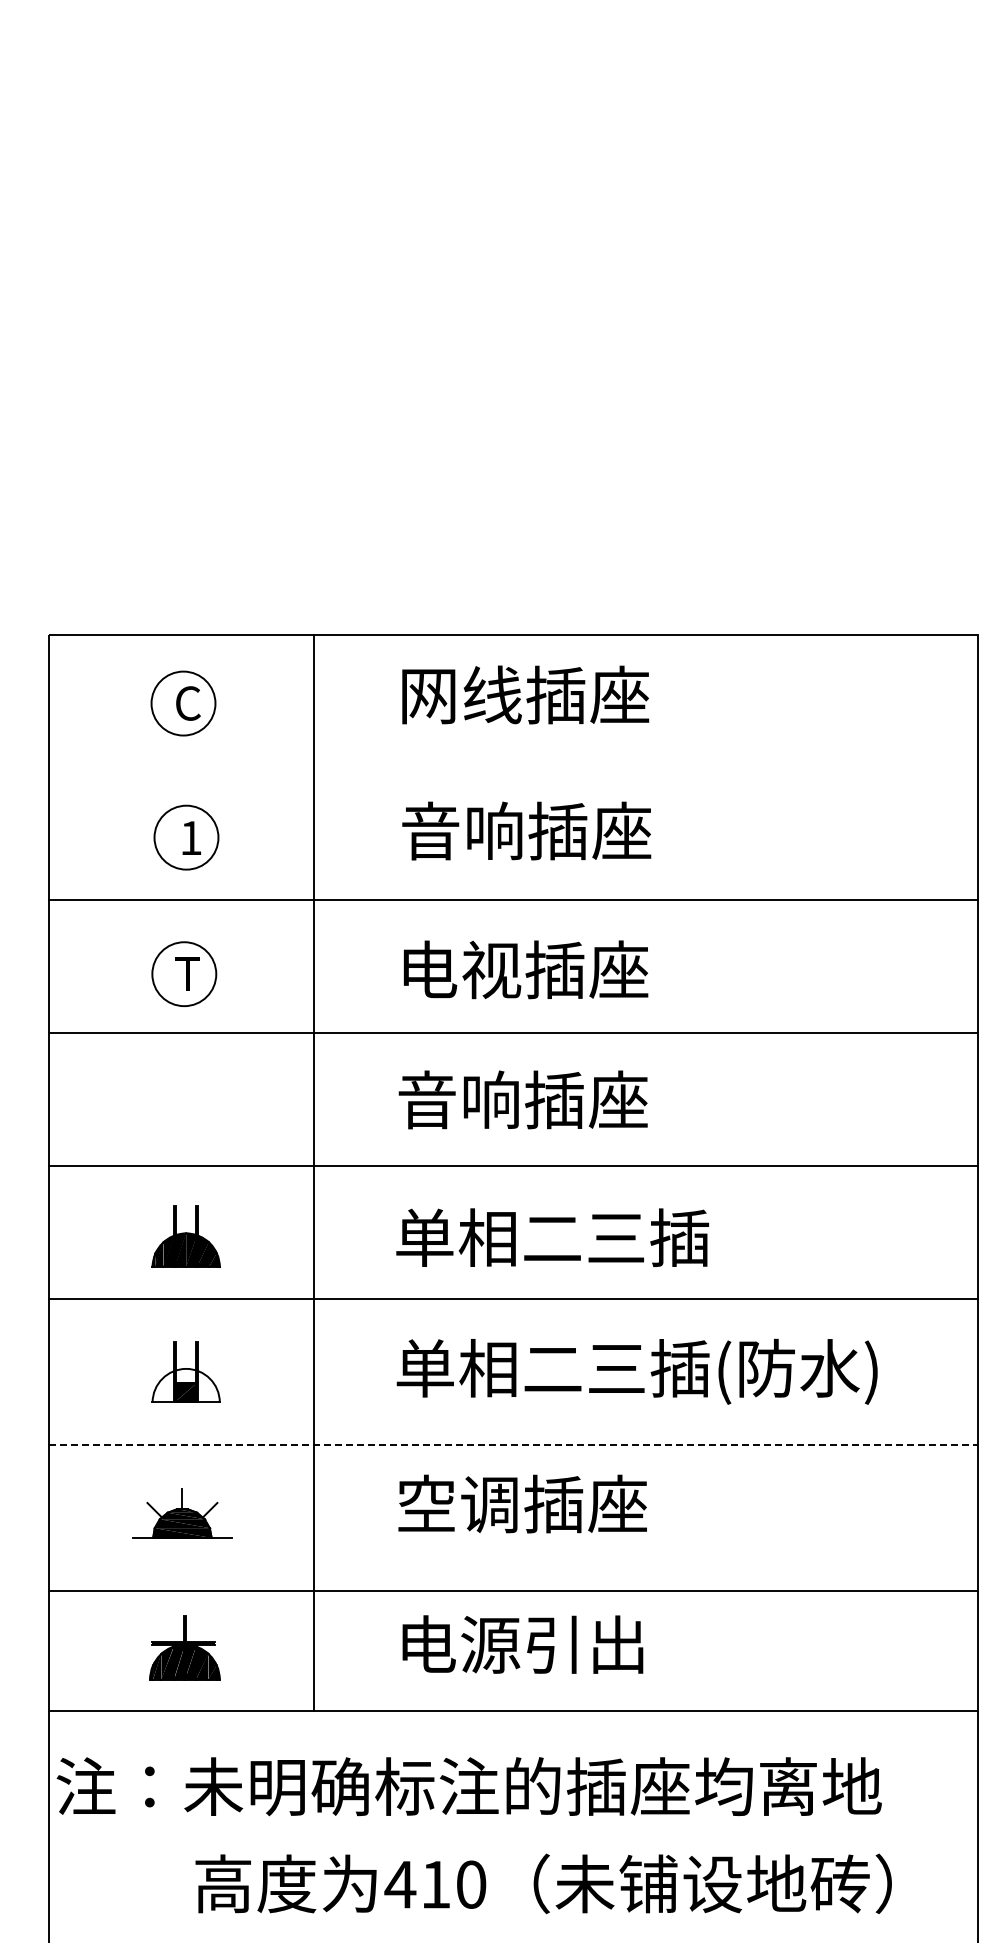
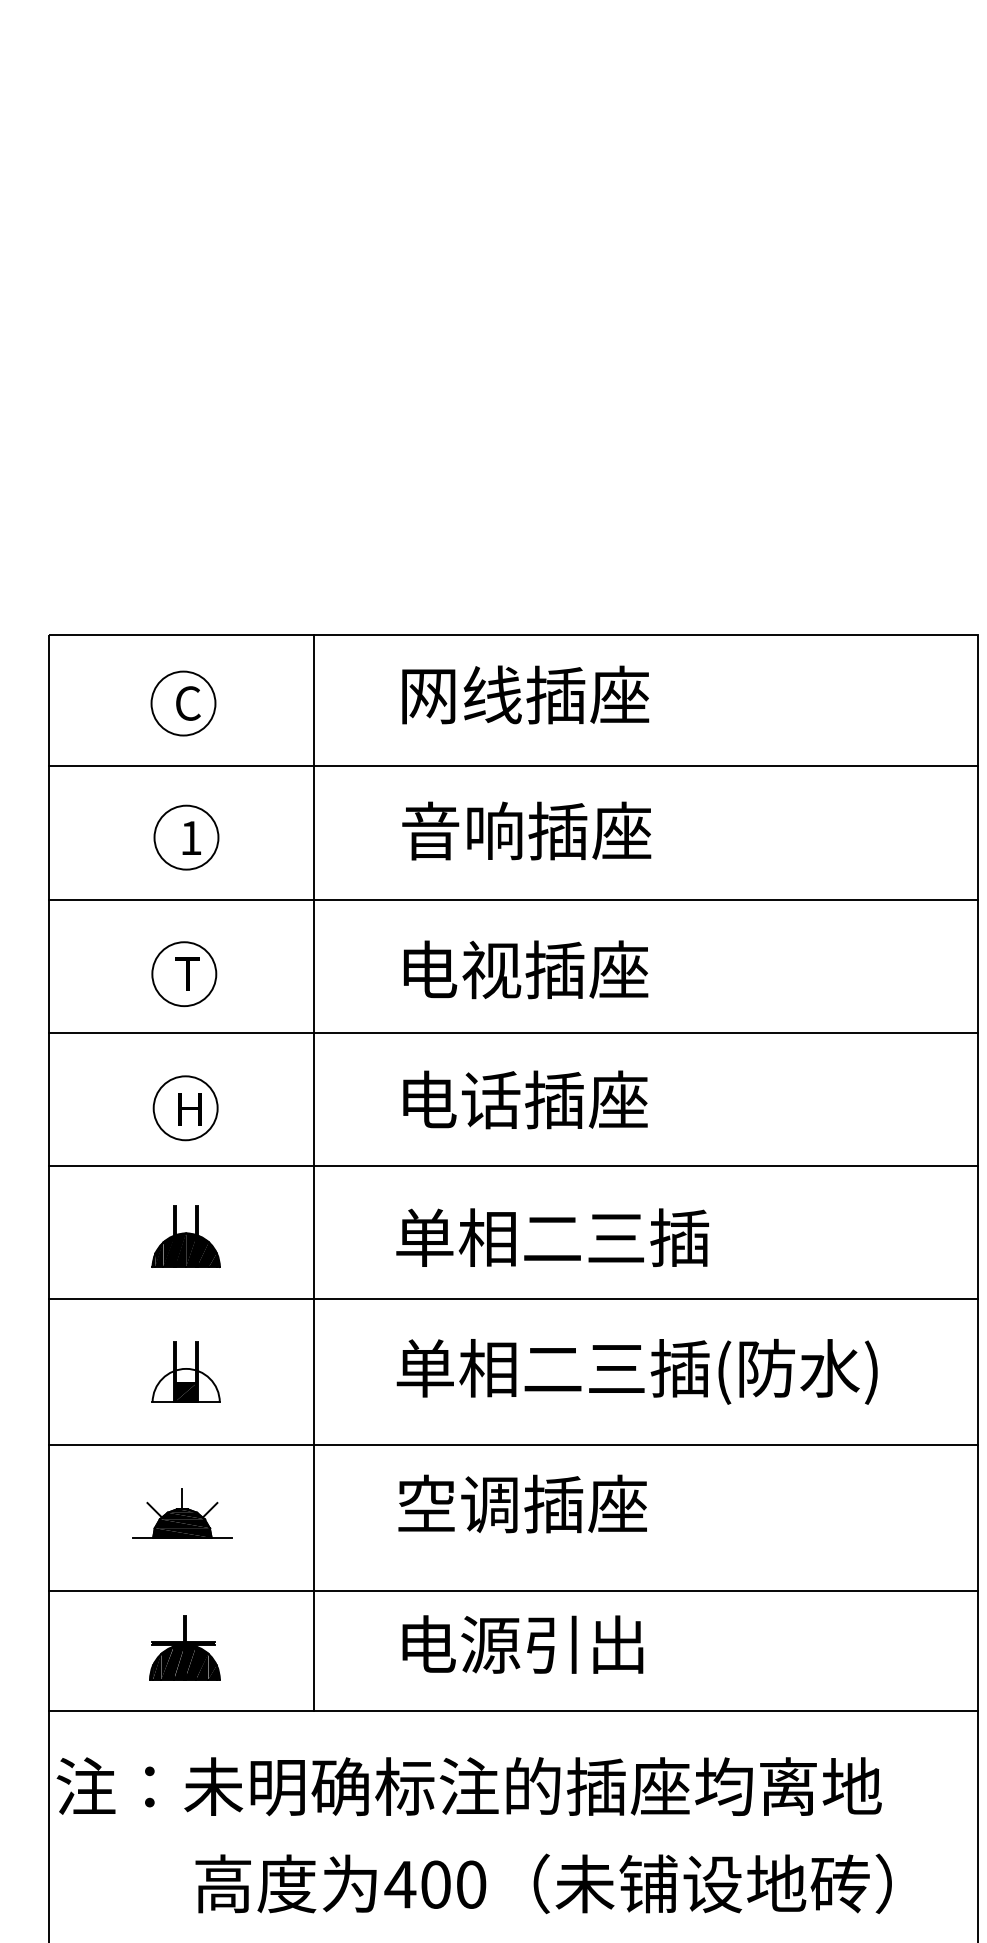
line at (513, 765): none -> present
text at (459, 1099): 音响插座 -> 电话插座
part at (185, 1108): none -> present
line at (513, 1445): dashed -> solid
text at (435, 1884): 410 -> 400
